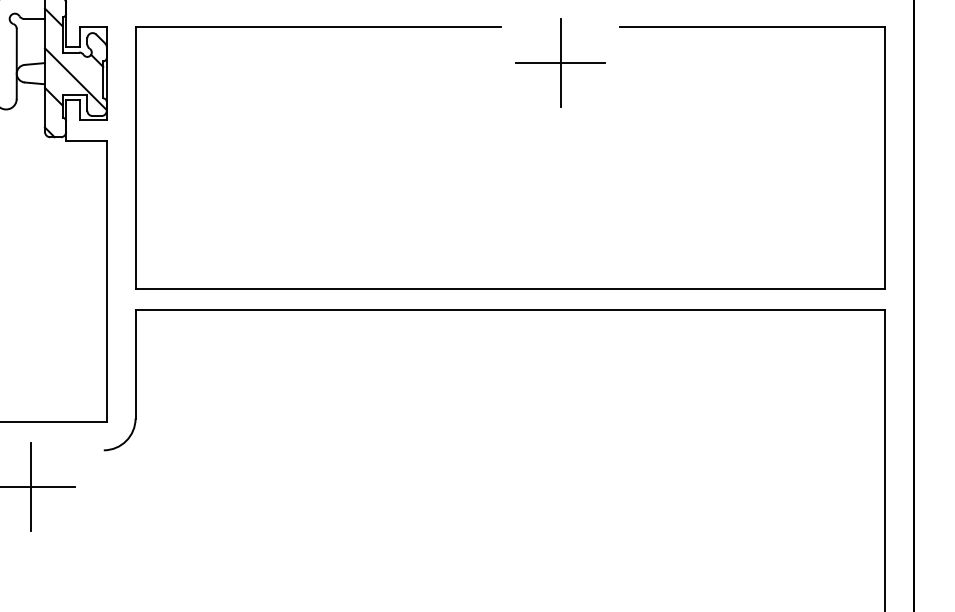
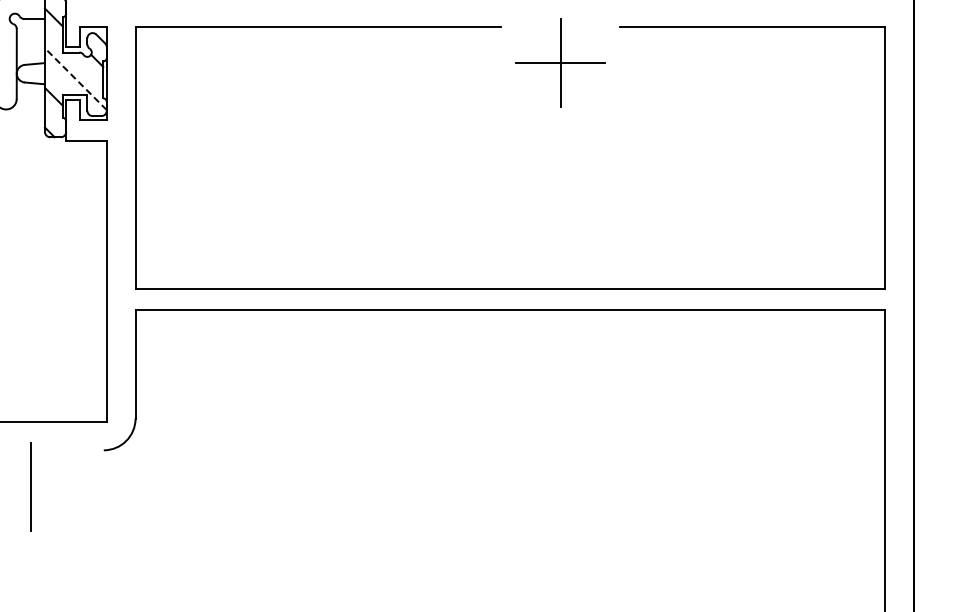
line at (75, 79): solid -> dashed
line at (38, 486): present -> none
